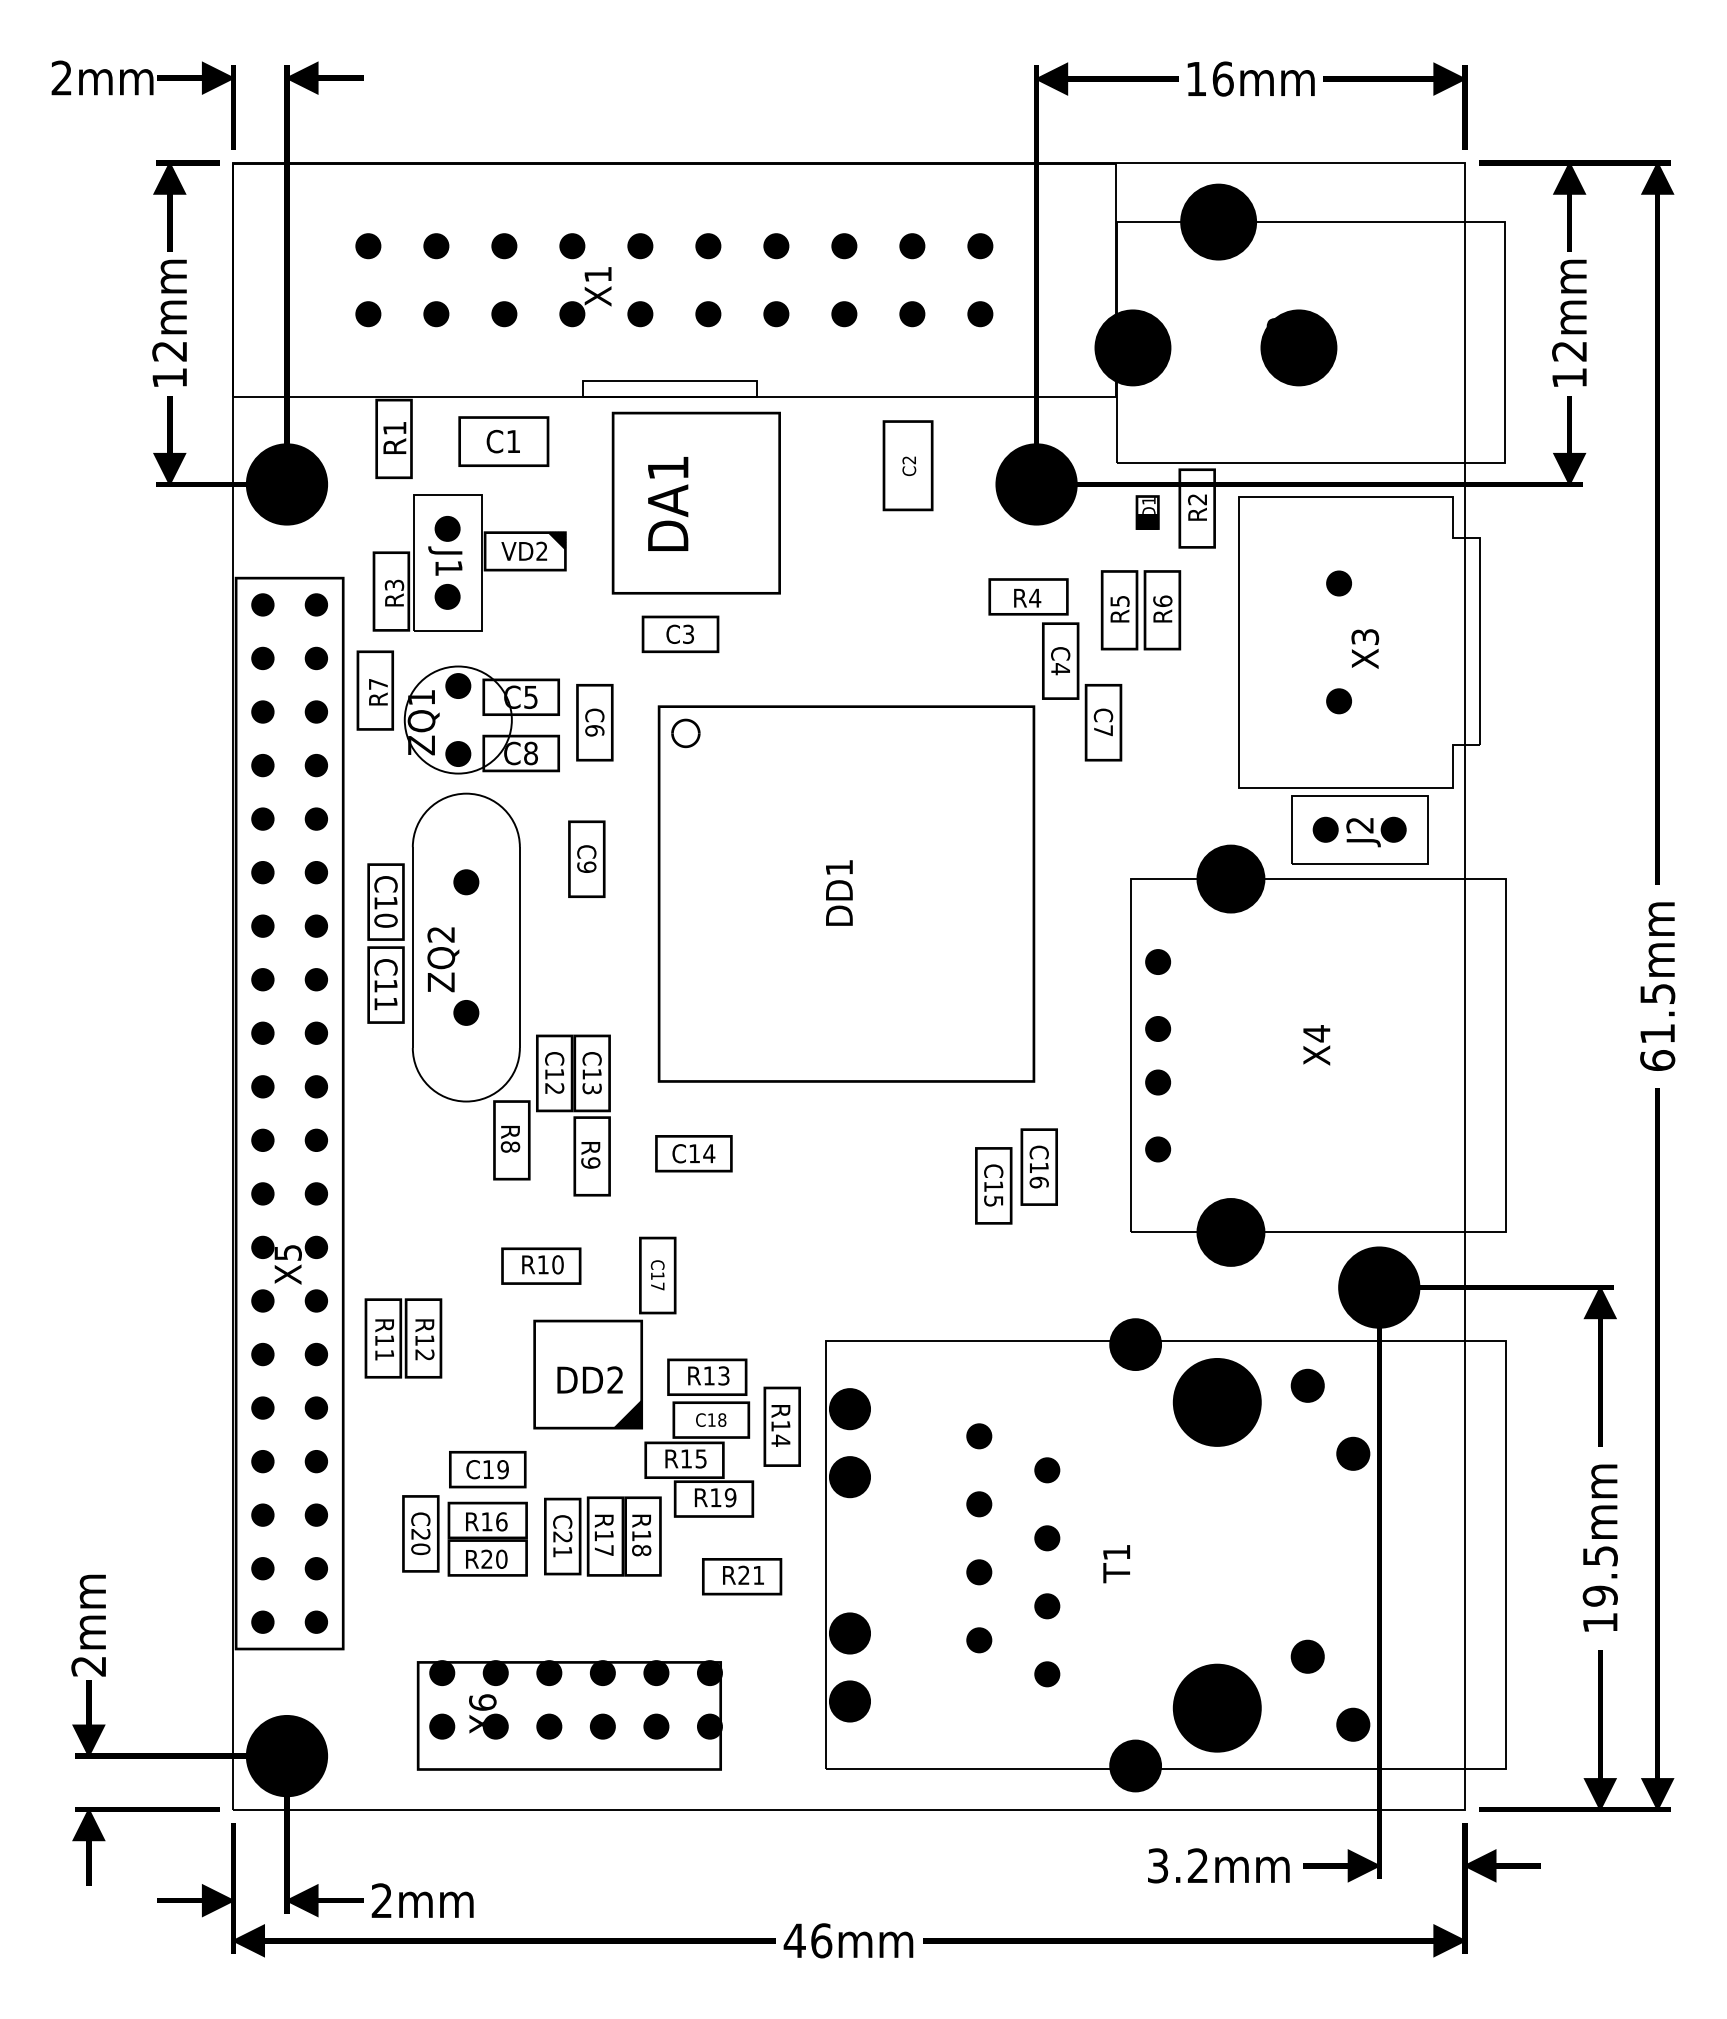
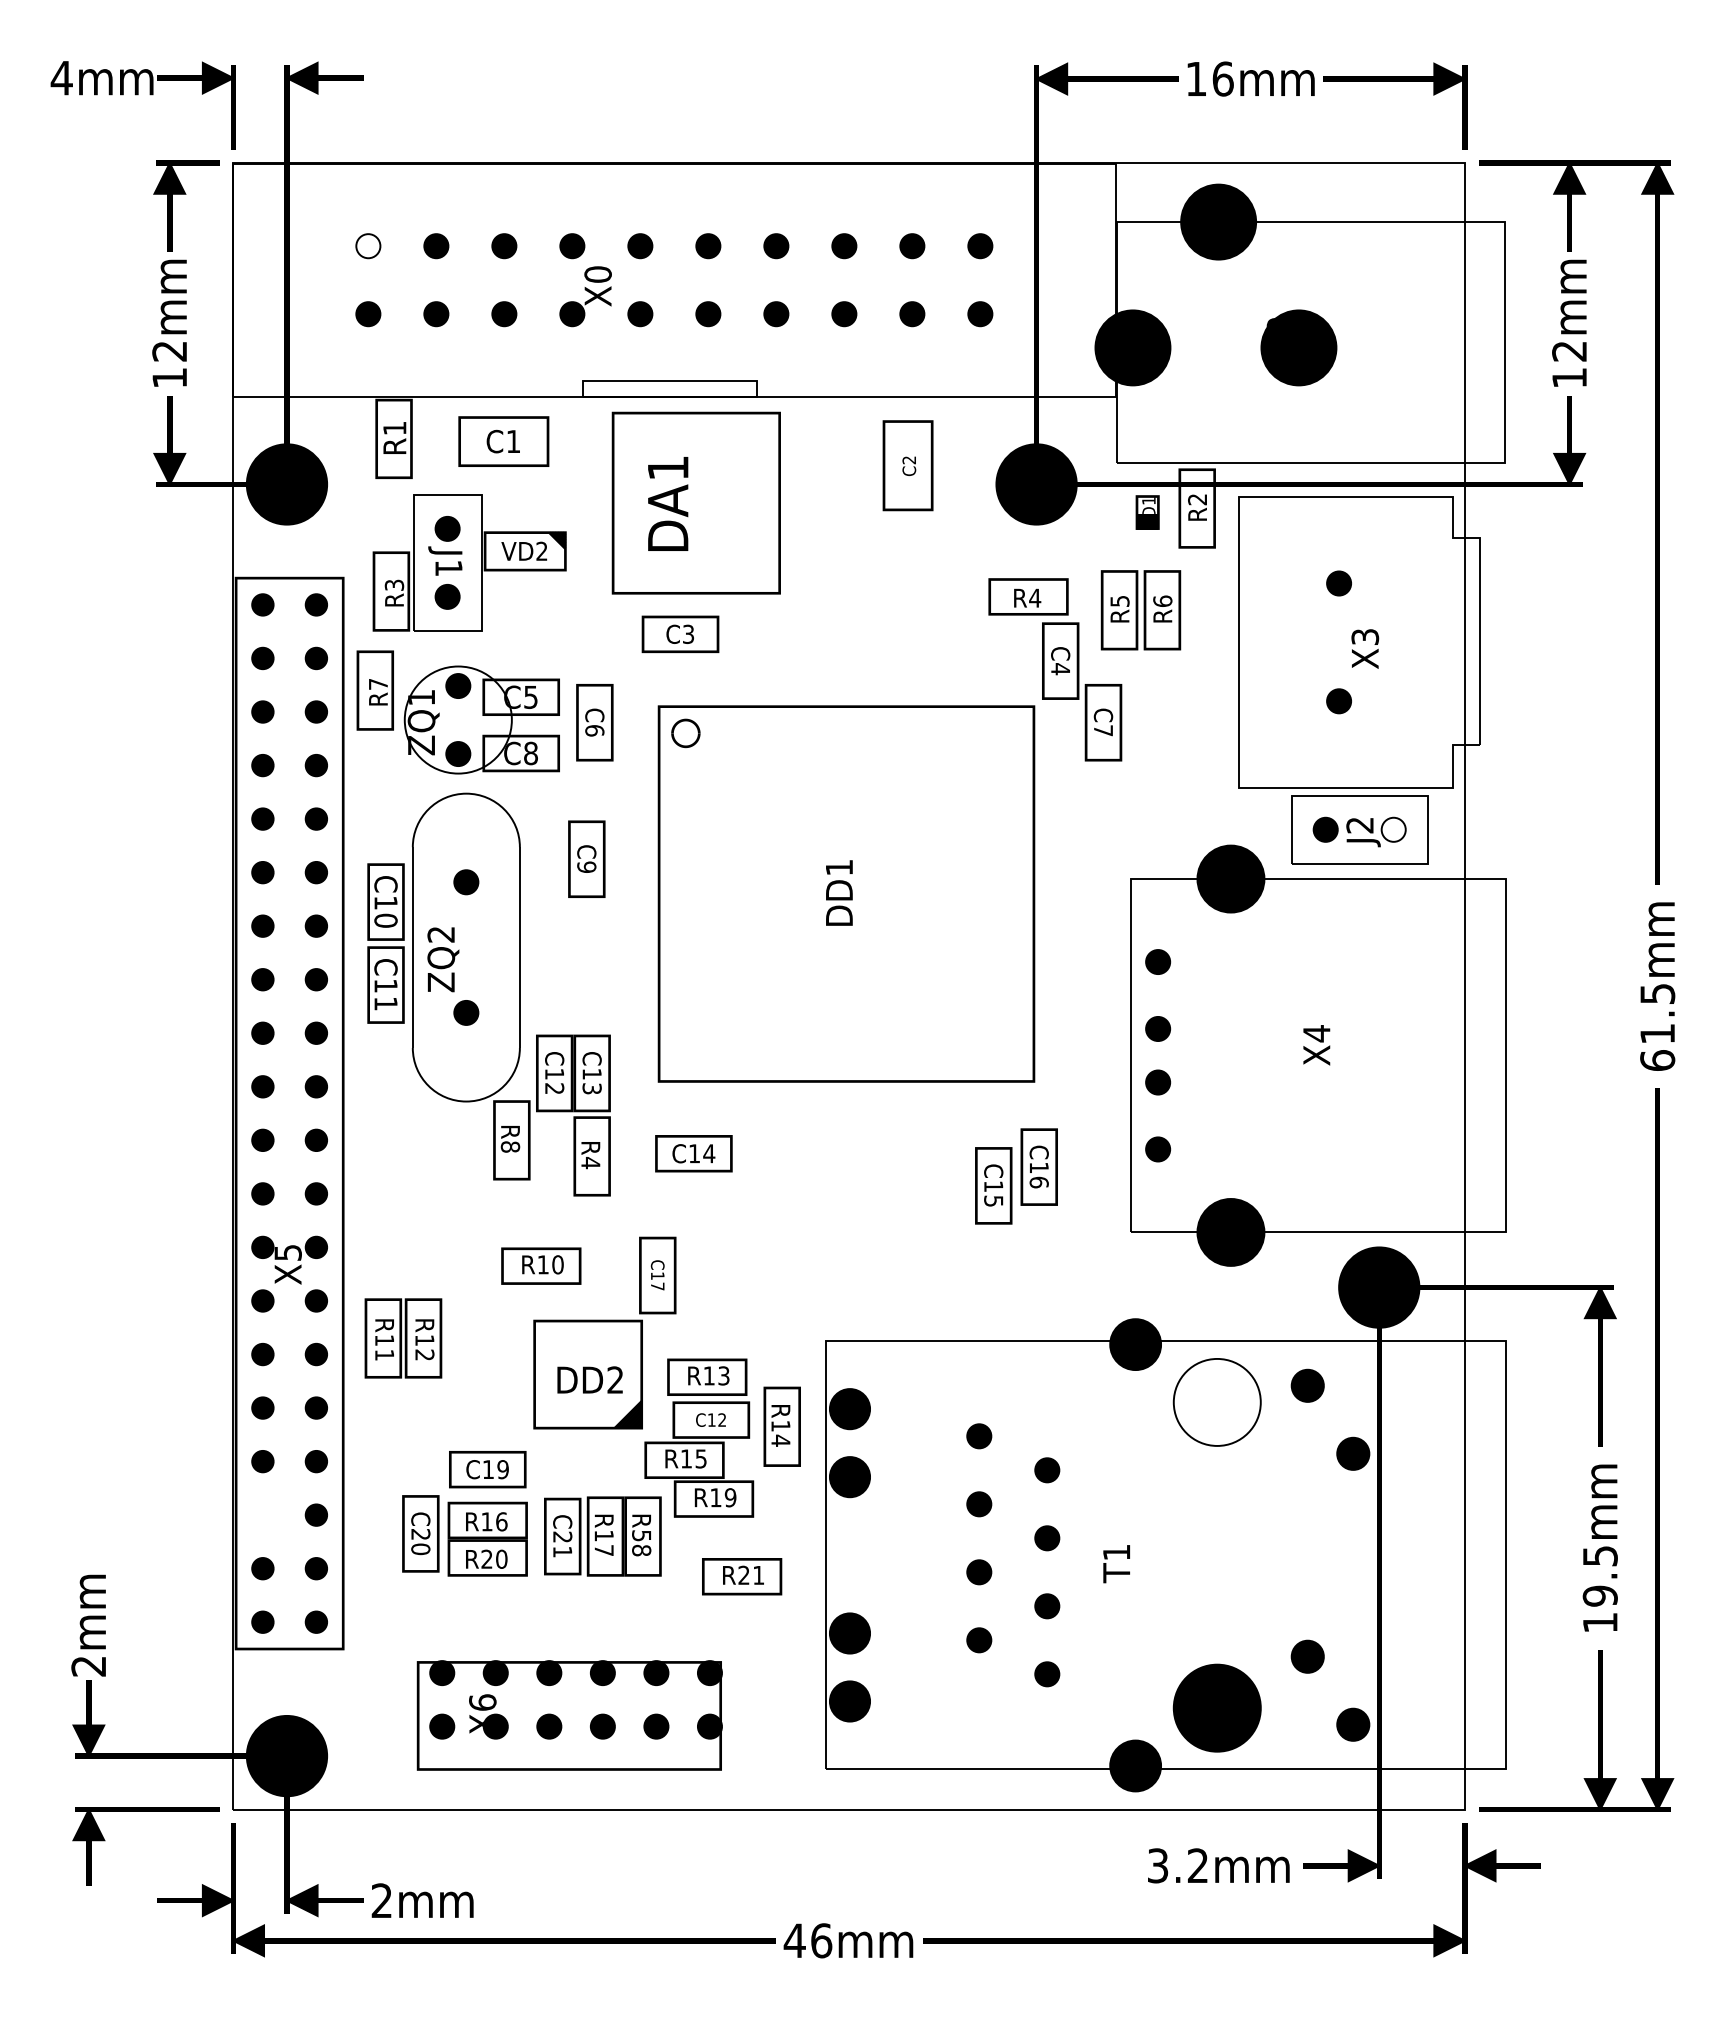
text at (61, 77): 2mm -> 4mm
fill at (368, 246): present -> none
text at (597, 274): X1 -> X0
fill at (1393, 829): present -> none
text at (590, 1162): R9 -> R4
fill at (1216, 1401): present -> none
text at (722, 1419): C18 -> C12
part at (262, 1514): present -> none
text at (641, 1535): R18 -> R58
